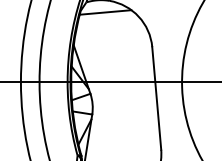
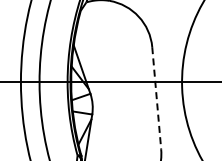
line at (105, 12): present -> none
line at (156, 98): solid -> dashed
